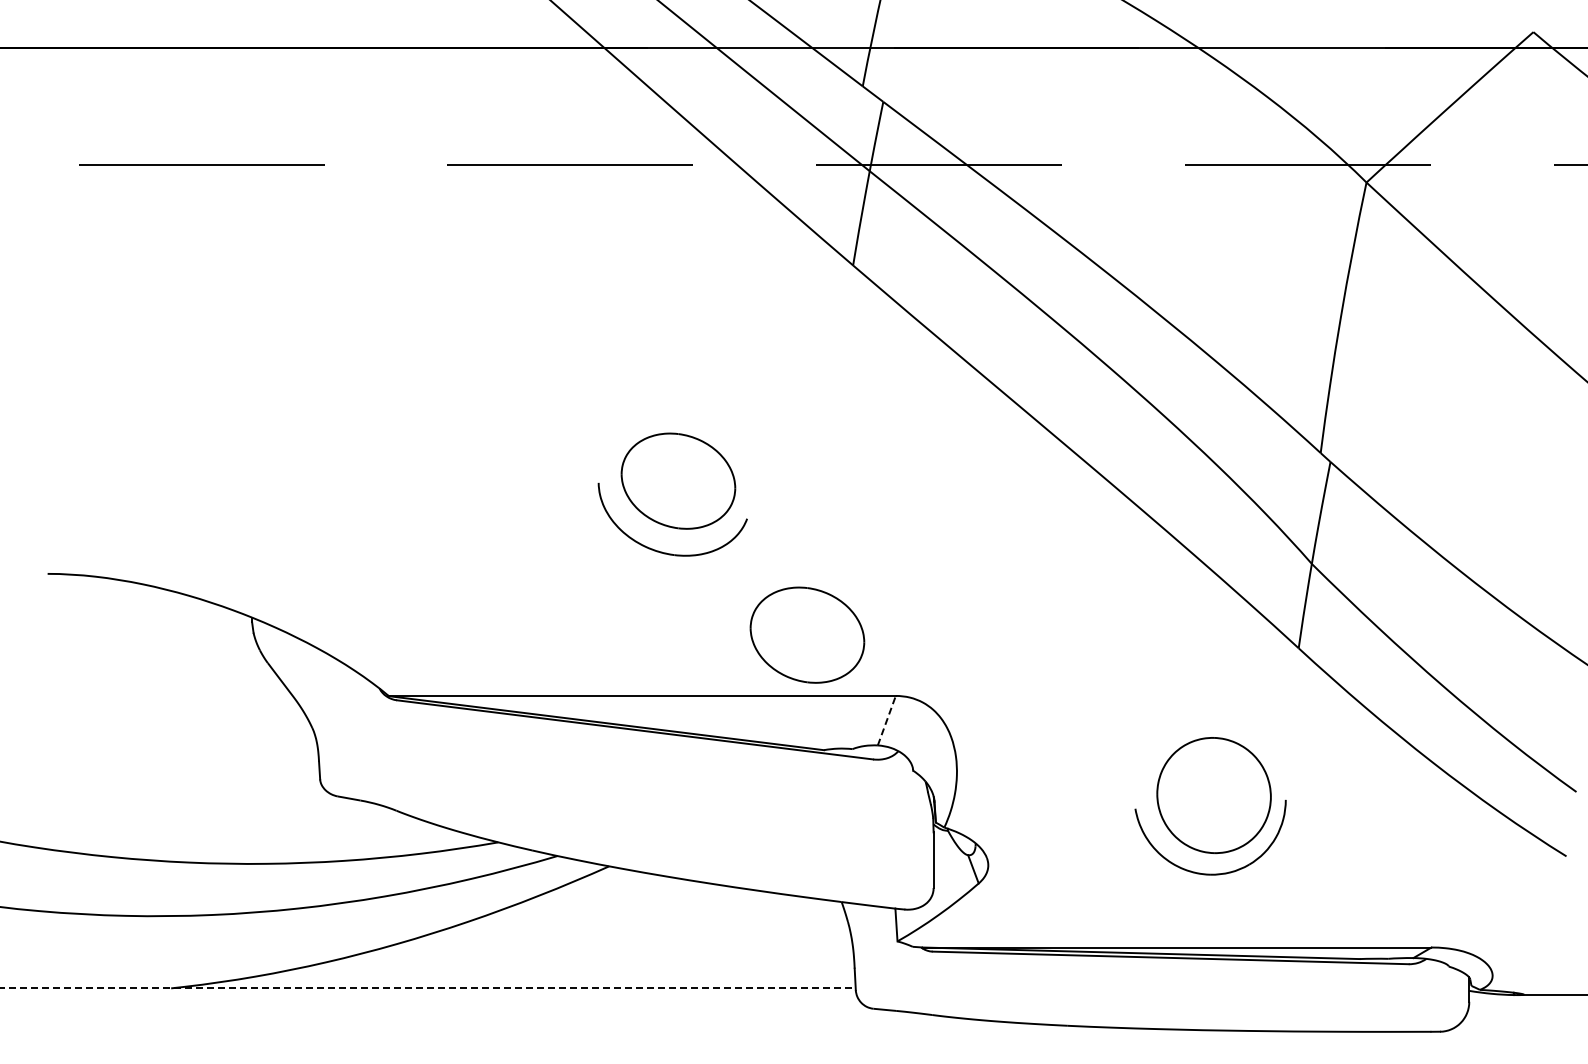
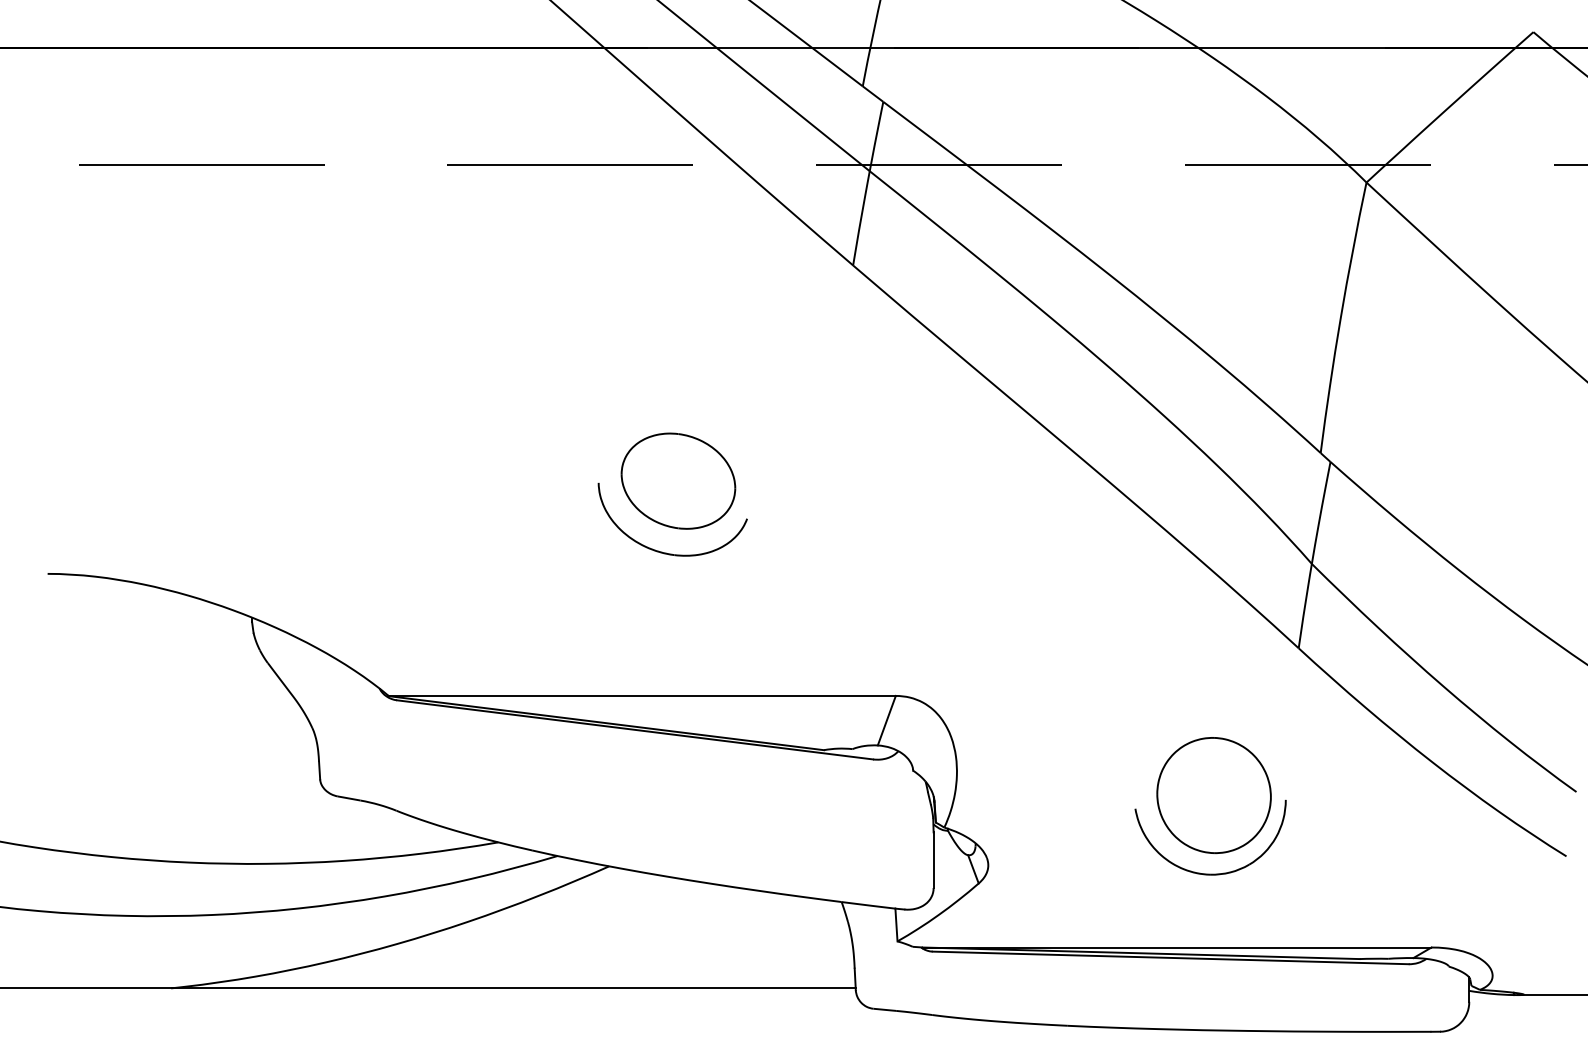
part at (807, 634): present -> none
line at (887, 720): dashed -> solid
line at (428, 987): dashed -> solid
